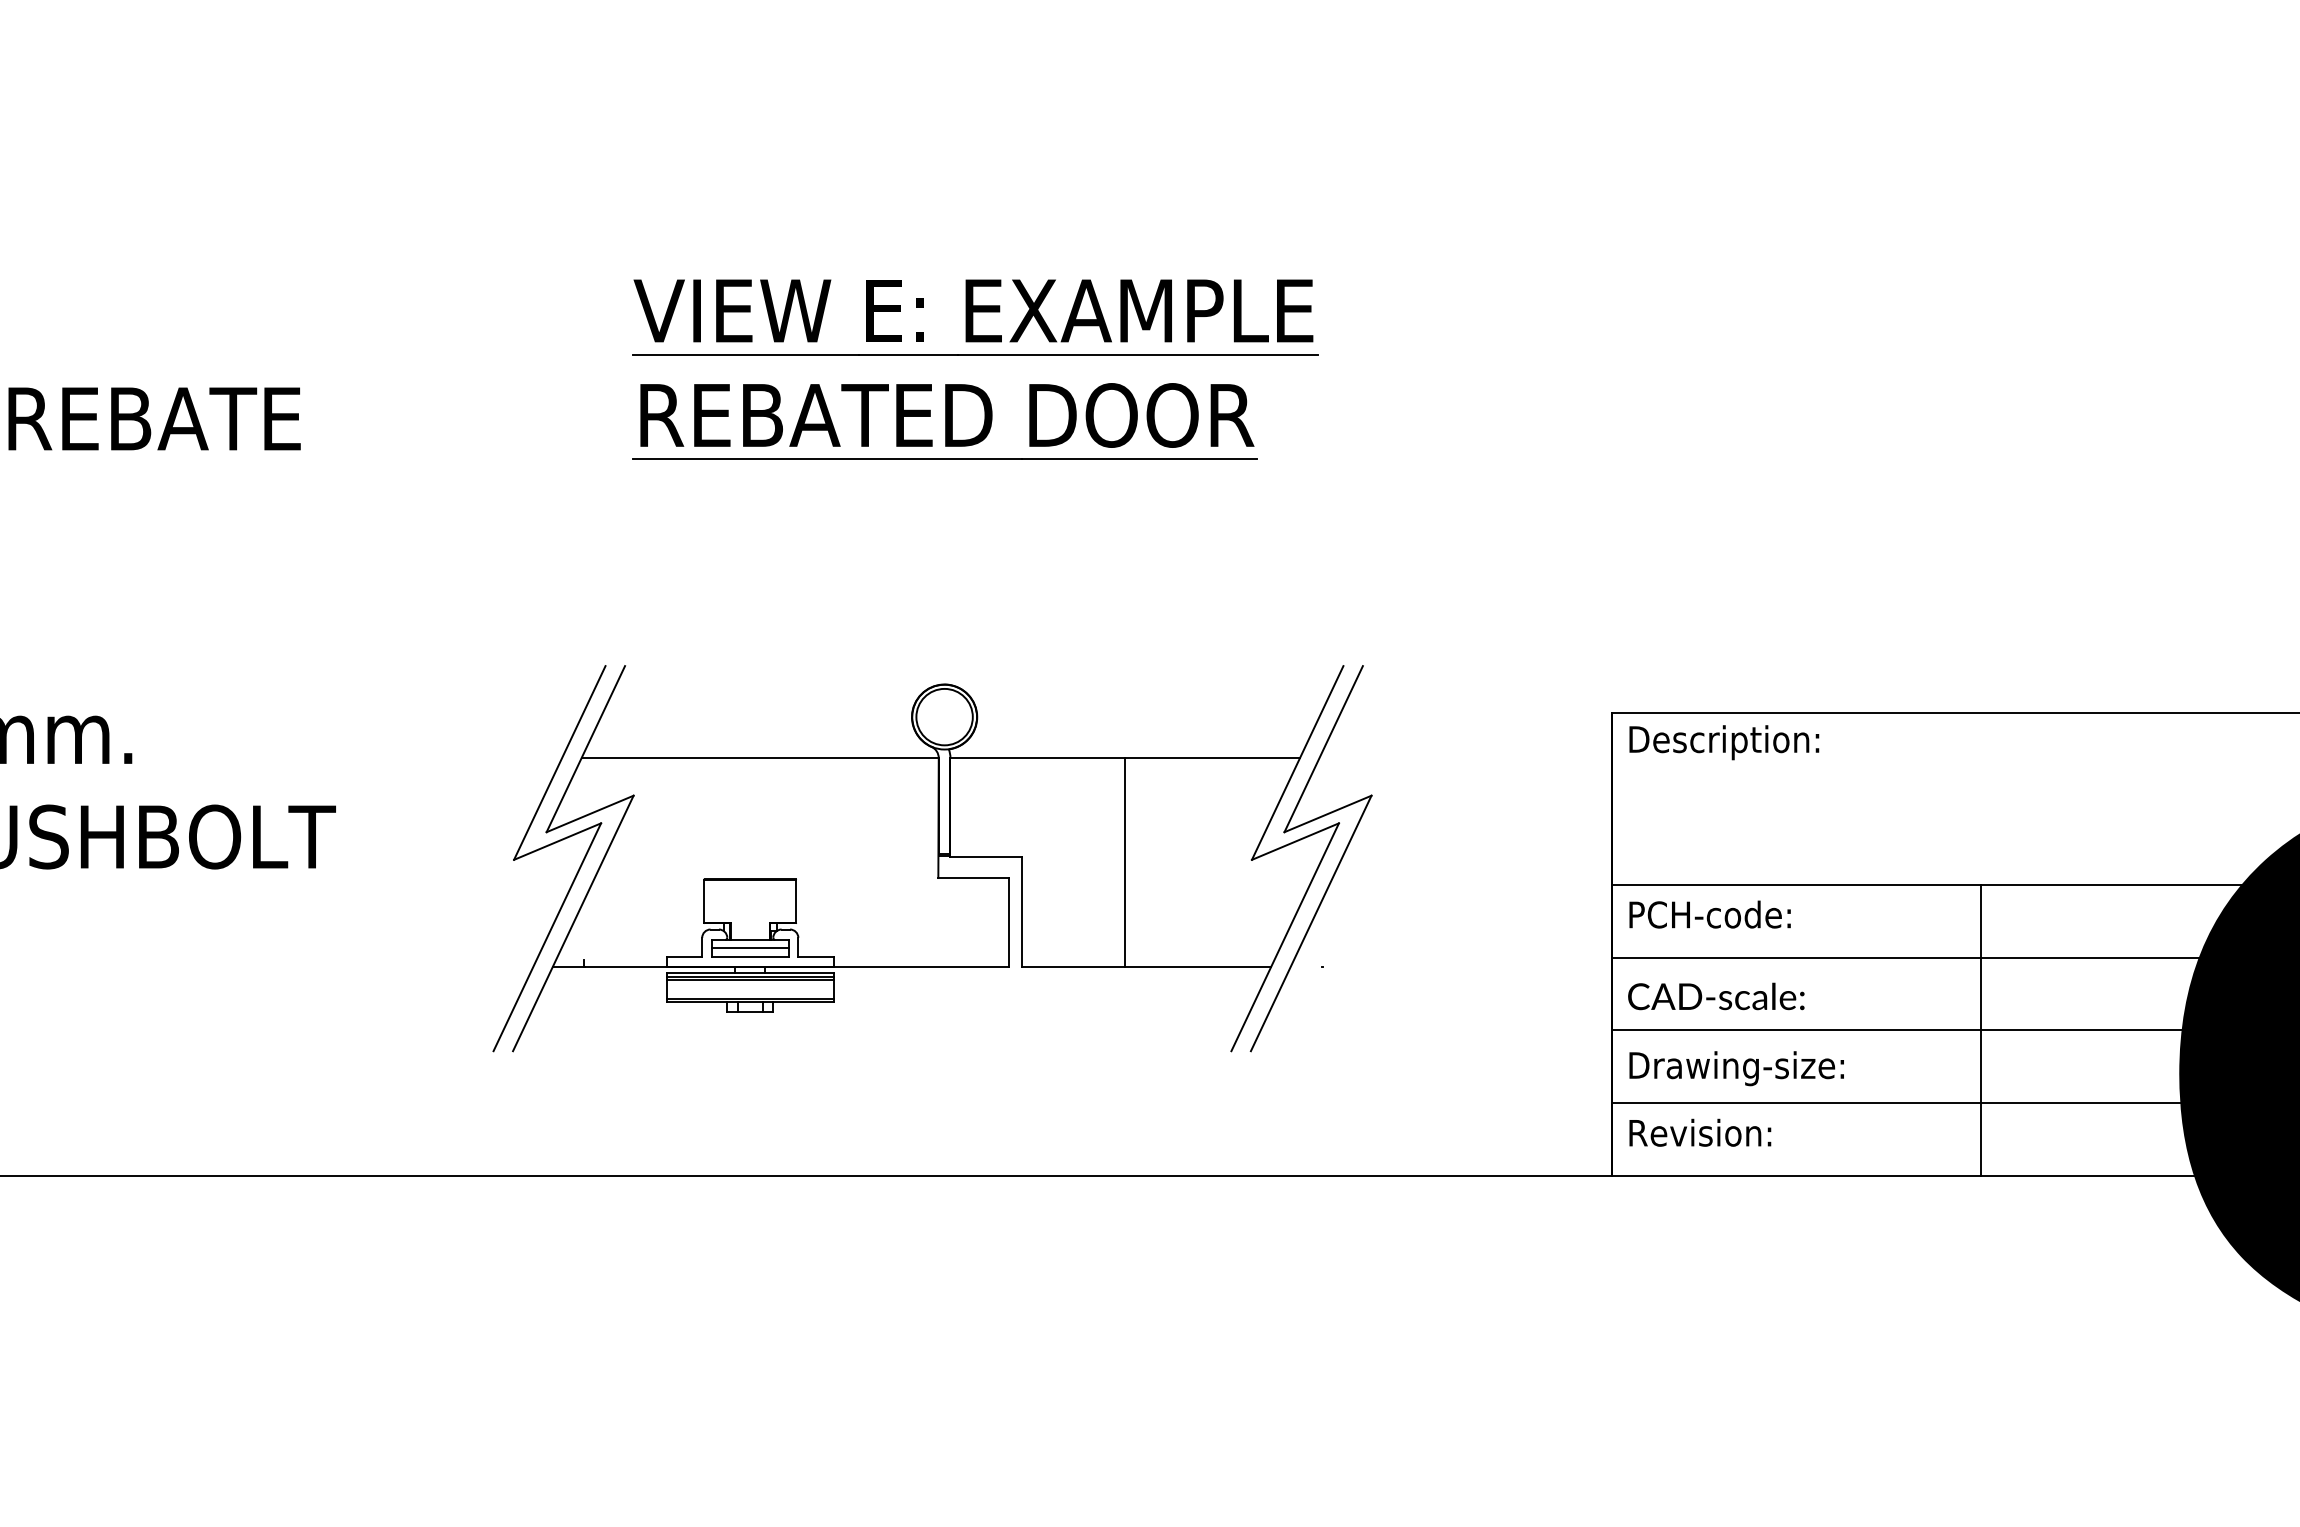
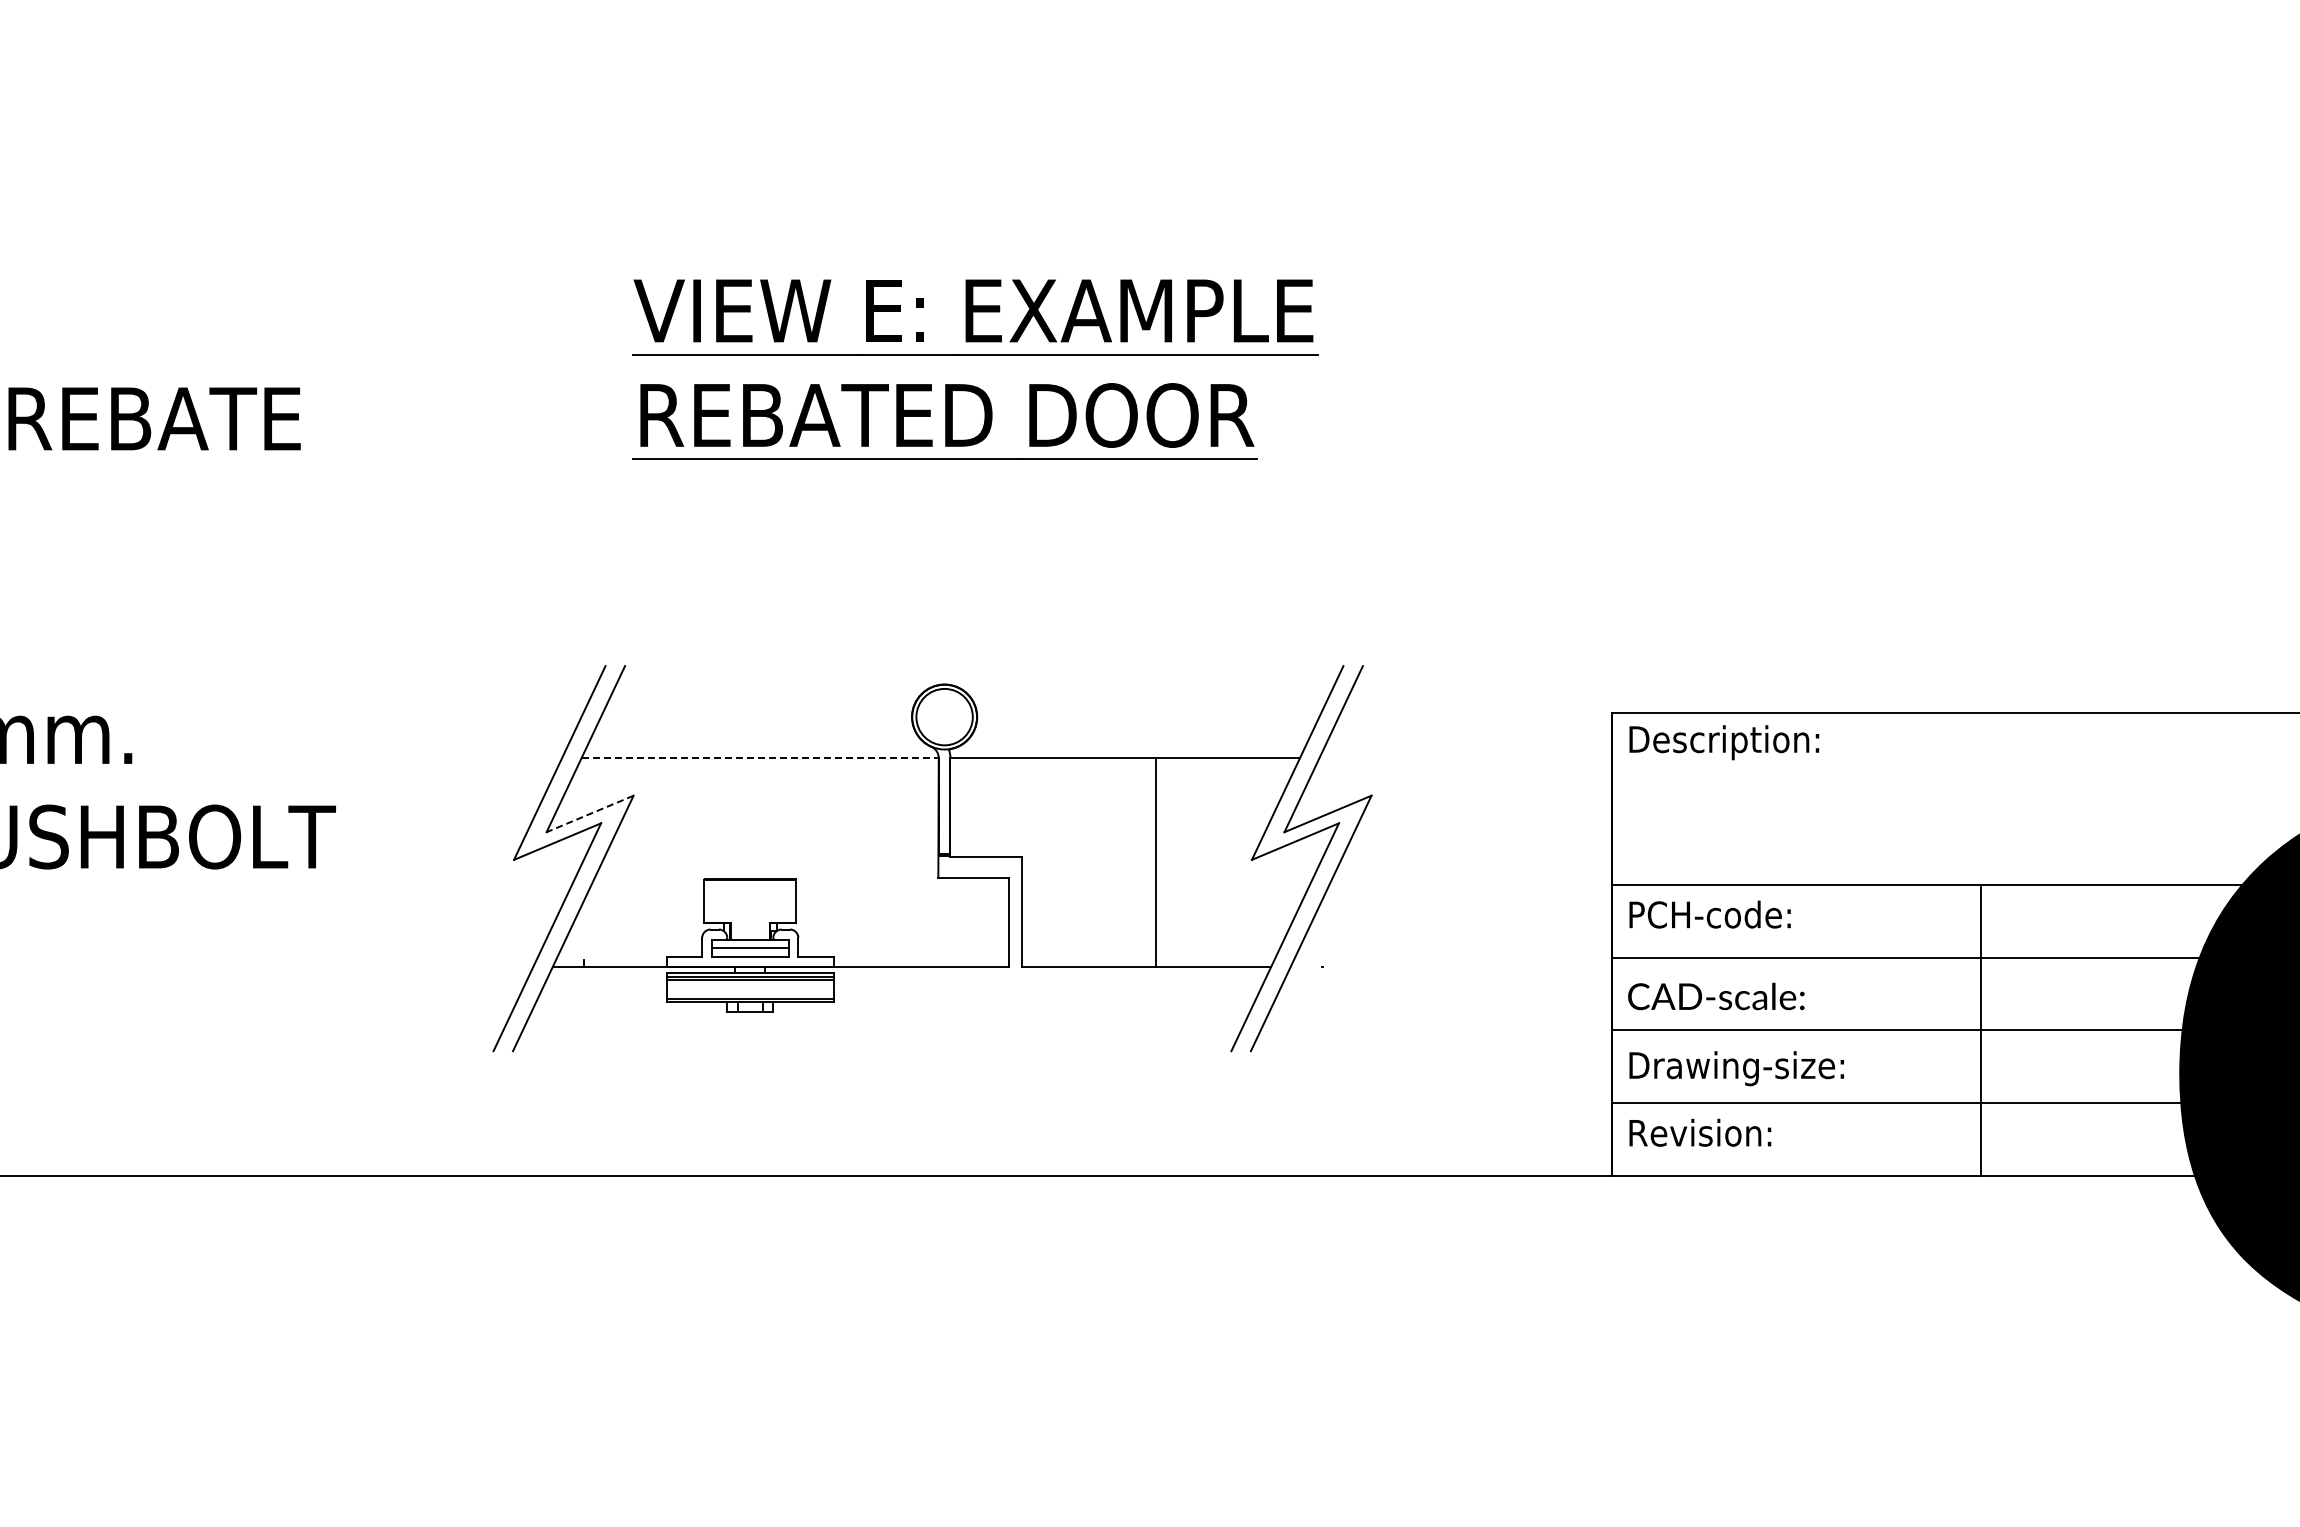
line at (760, 758): solid -> dashed
line at (589, 814): solid -> dashed
line at (1125, 862) position: (1125, 862) -> (1156, 862)
